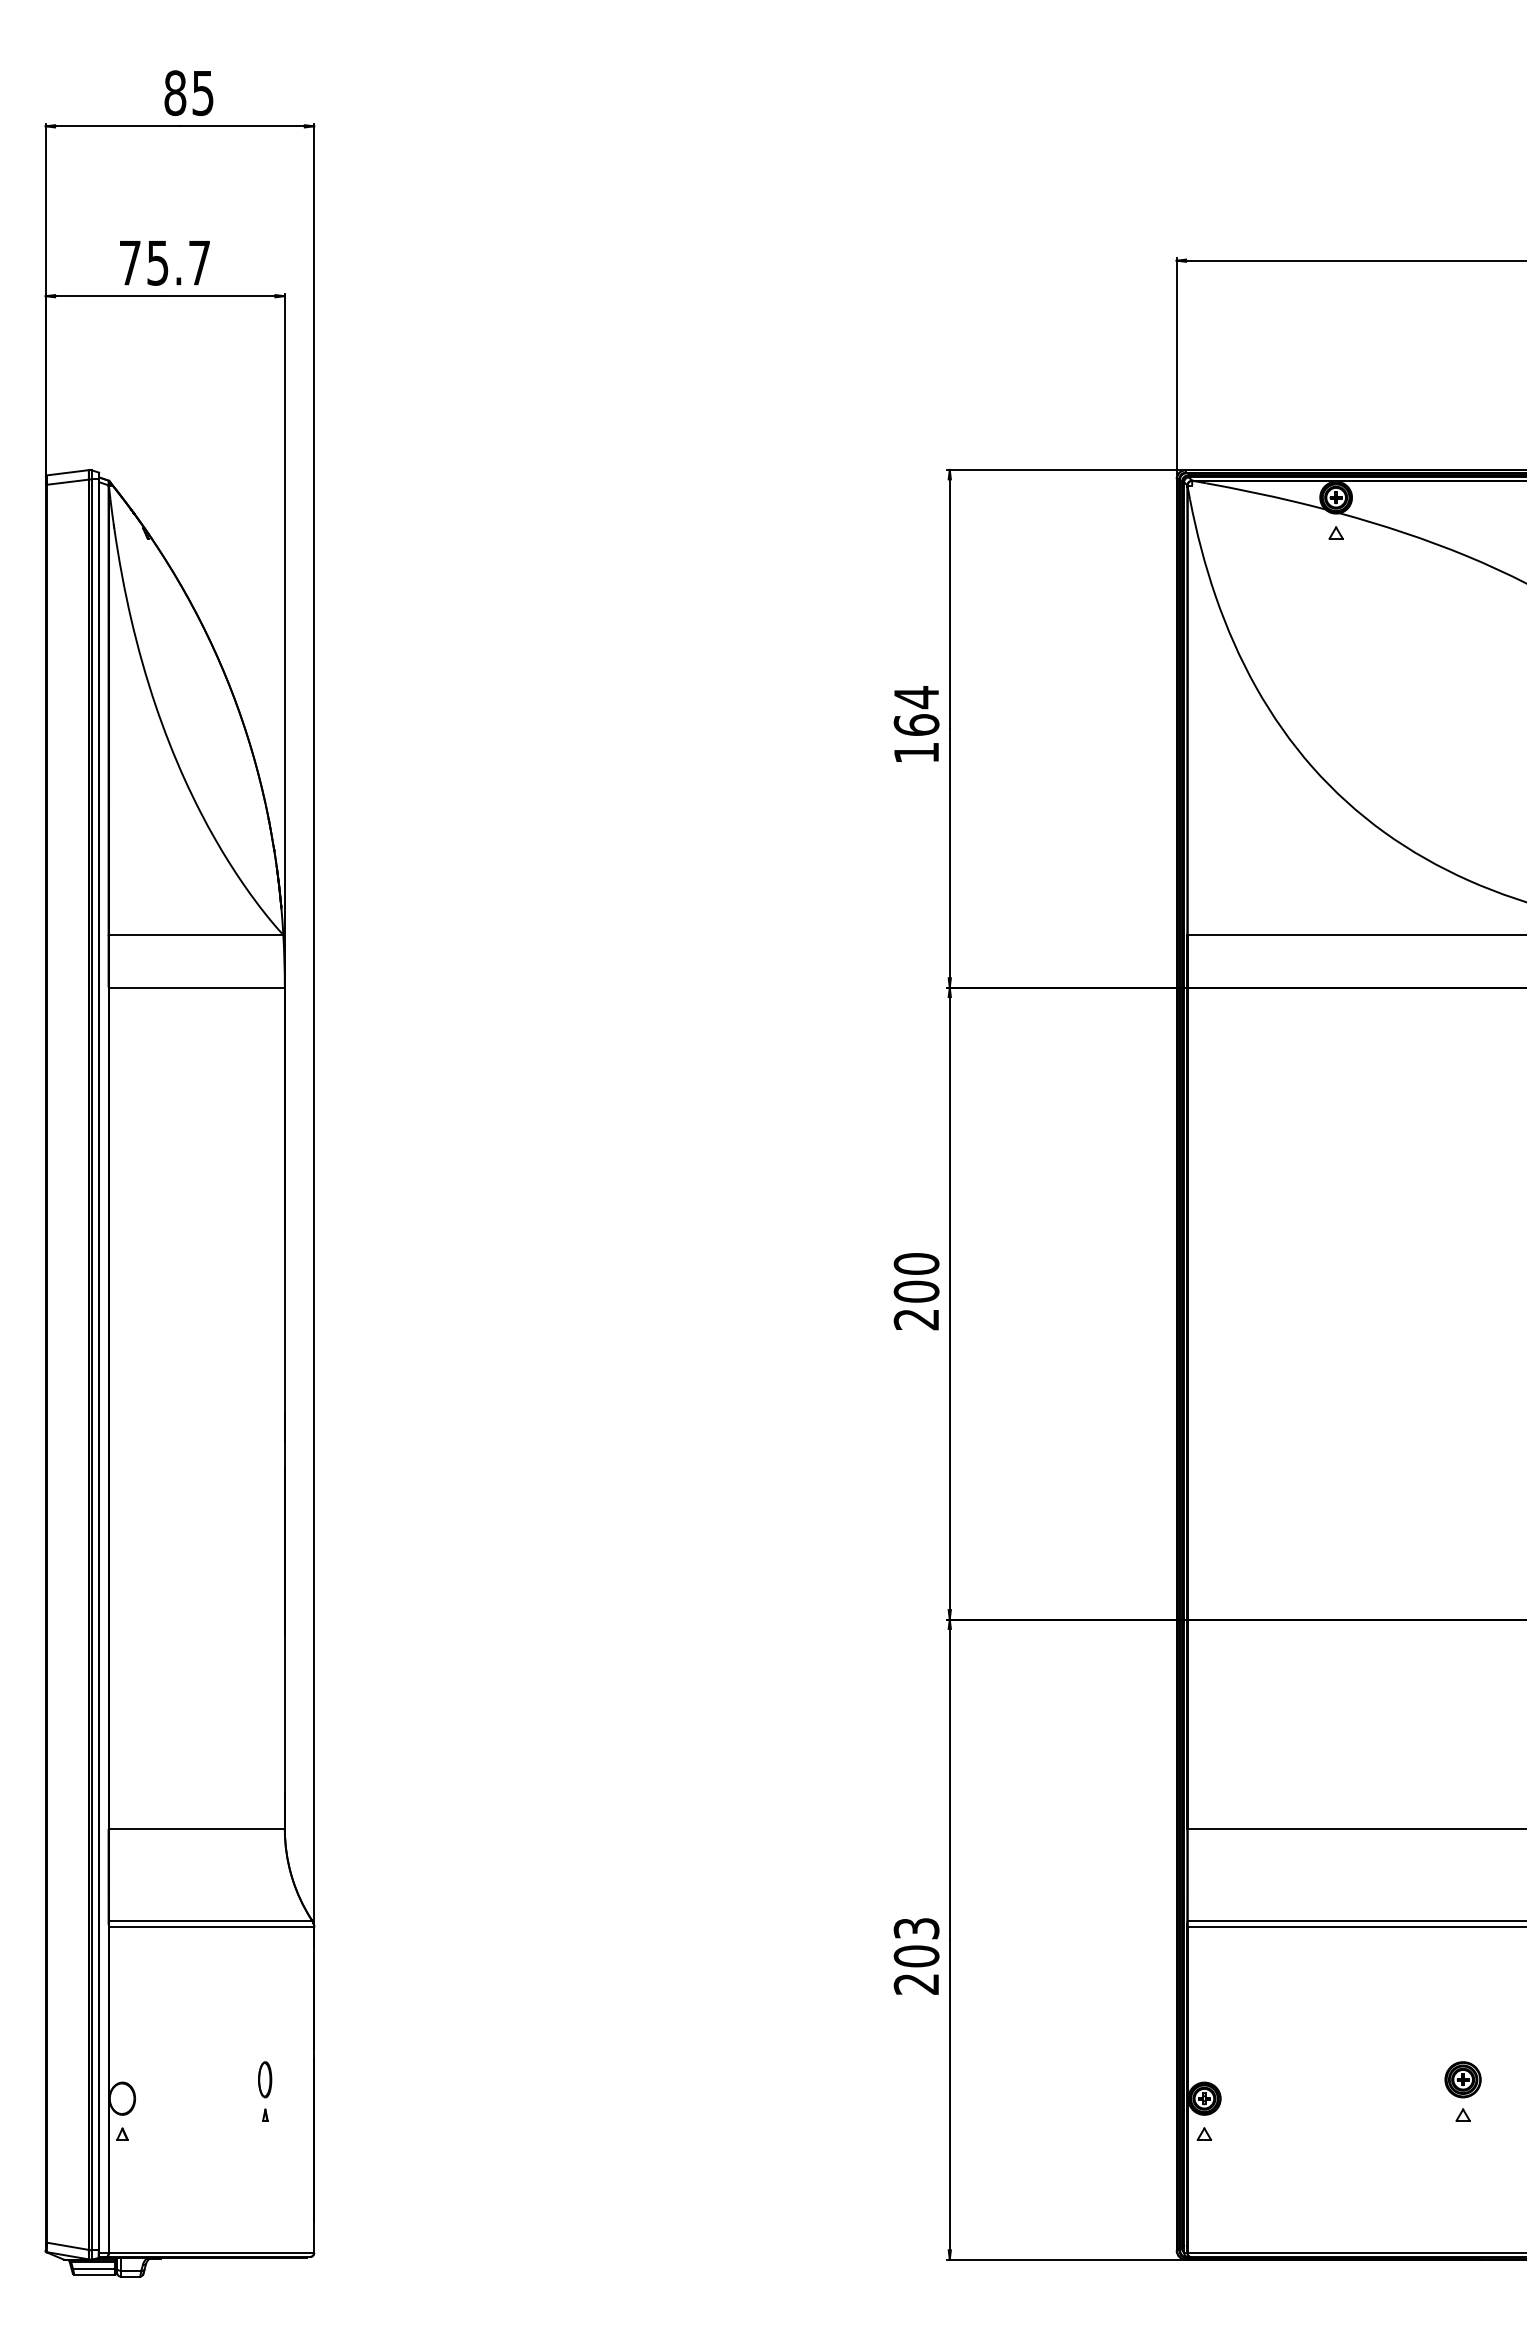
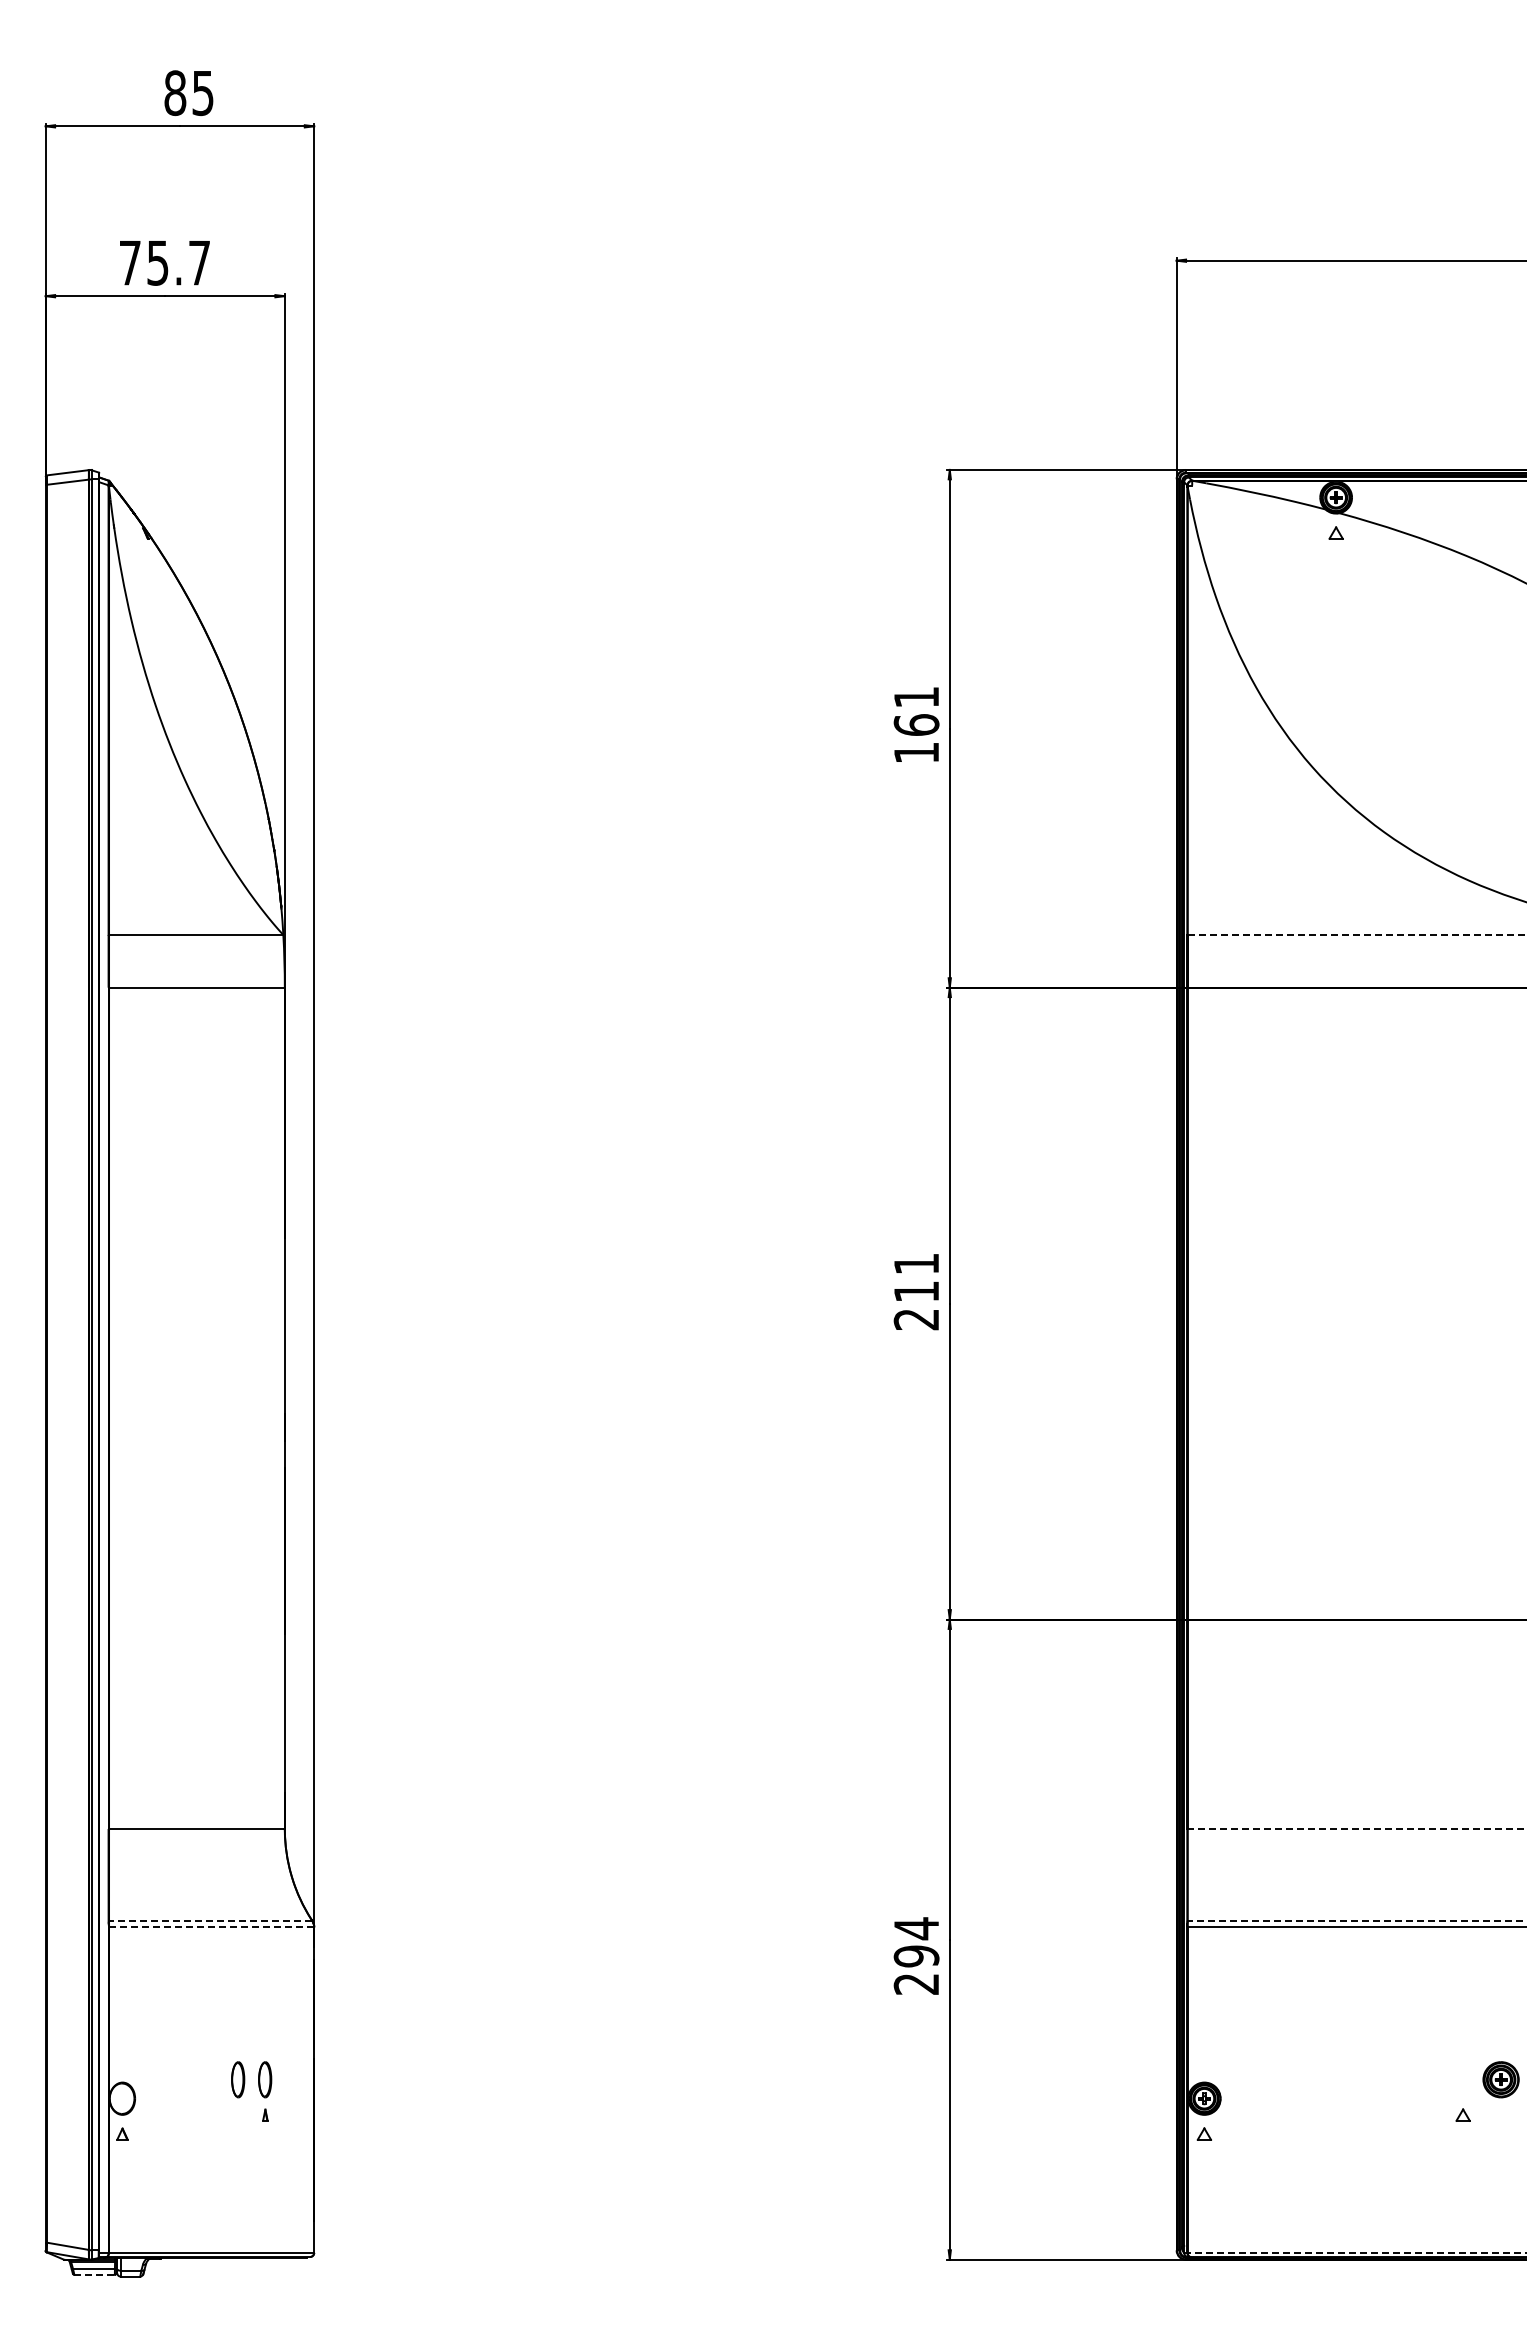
text at (916, 697): 164 -> 161
line at (1357, 934): solid -> dashed
text at (916, 1277): 200 -> 211
line at (1357, 1828): solid -> dashed
line at (210, 1920): solid -> dashed
line at (1356, 1920): solid -> dashed
line at (211, 1926): solid -> dashed
text at (916, 1942): 203 -> 294
part at (238, 2079): none -> present
part at (1462, 2079) position: (1462, 2079) -> (1500, 2079)
line at (1355, 2252): solid -> dashed
line at (95, 2274): solid -> dashed
